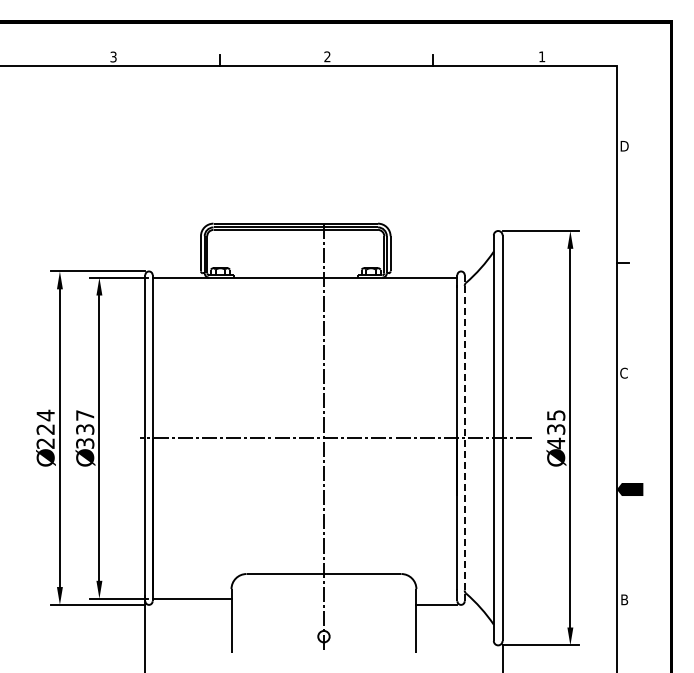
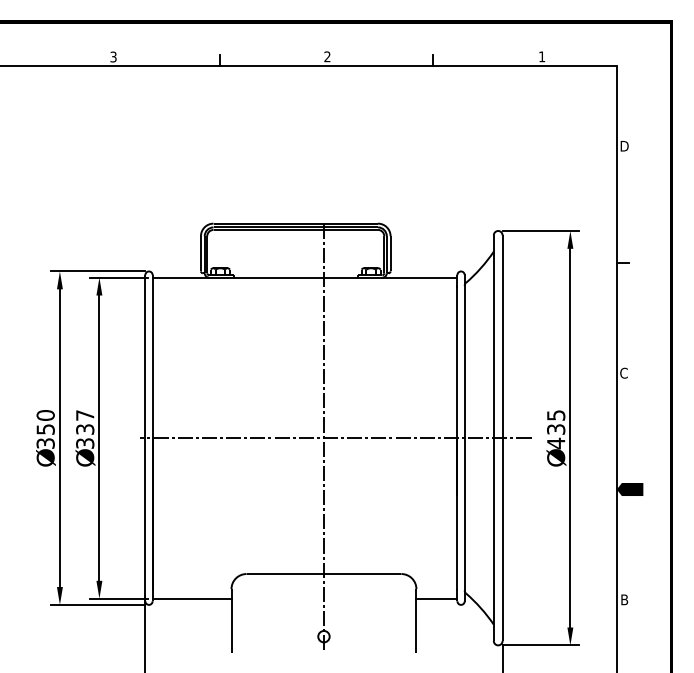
text at (45, 428): 224 -> 350
line at (464, 437): dashed -> solid
line at (436, 604) position: (436, 604) -> (436, 598)
